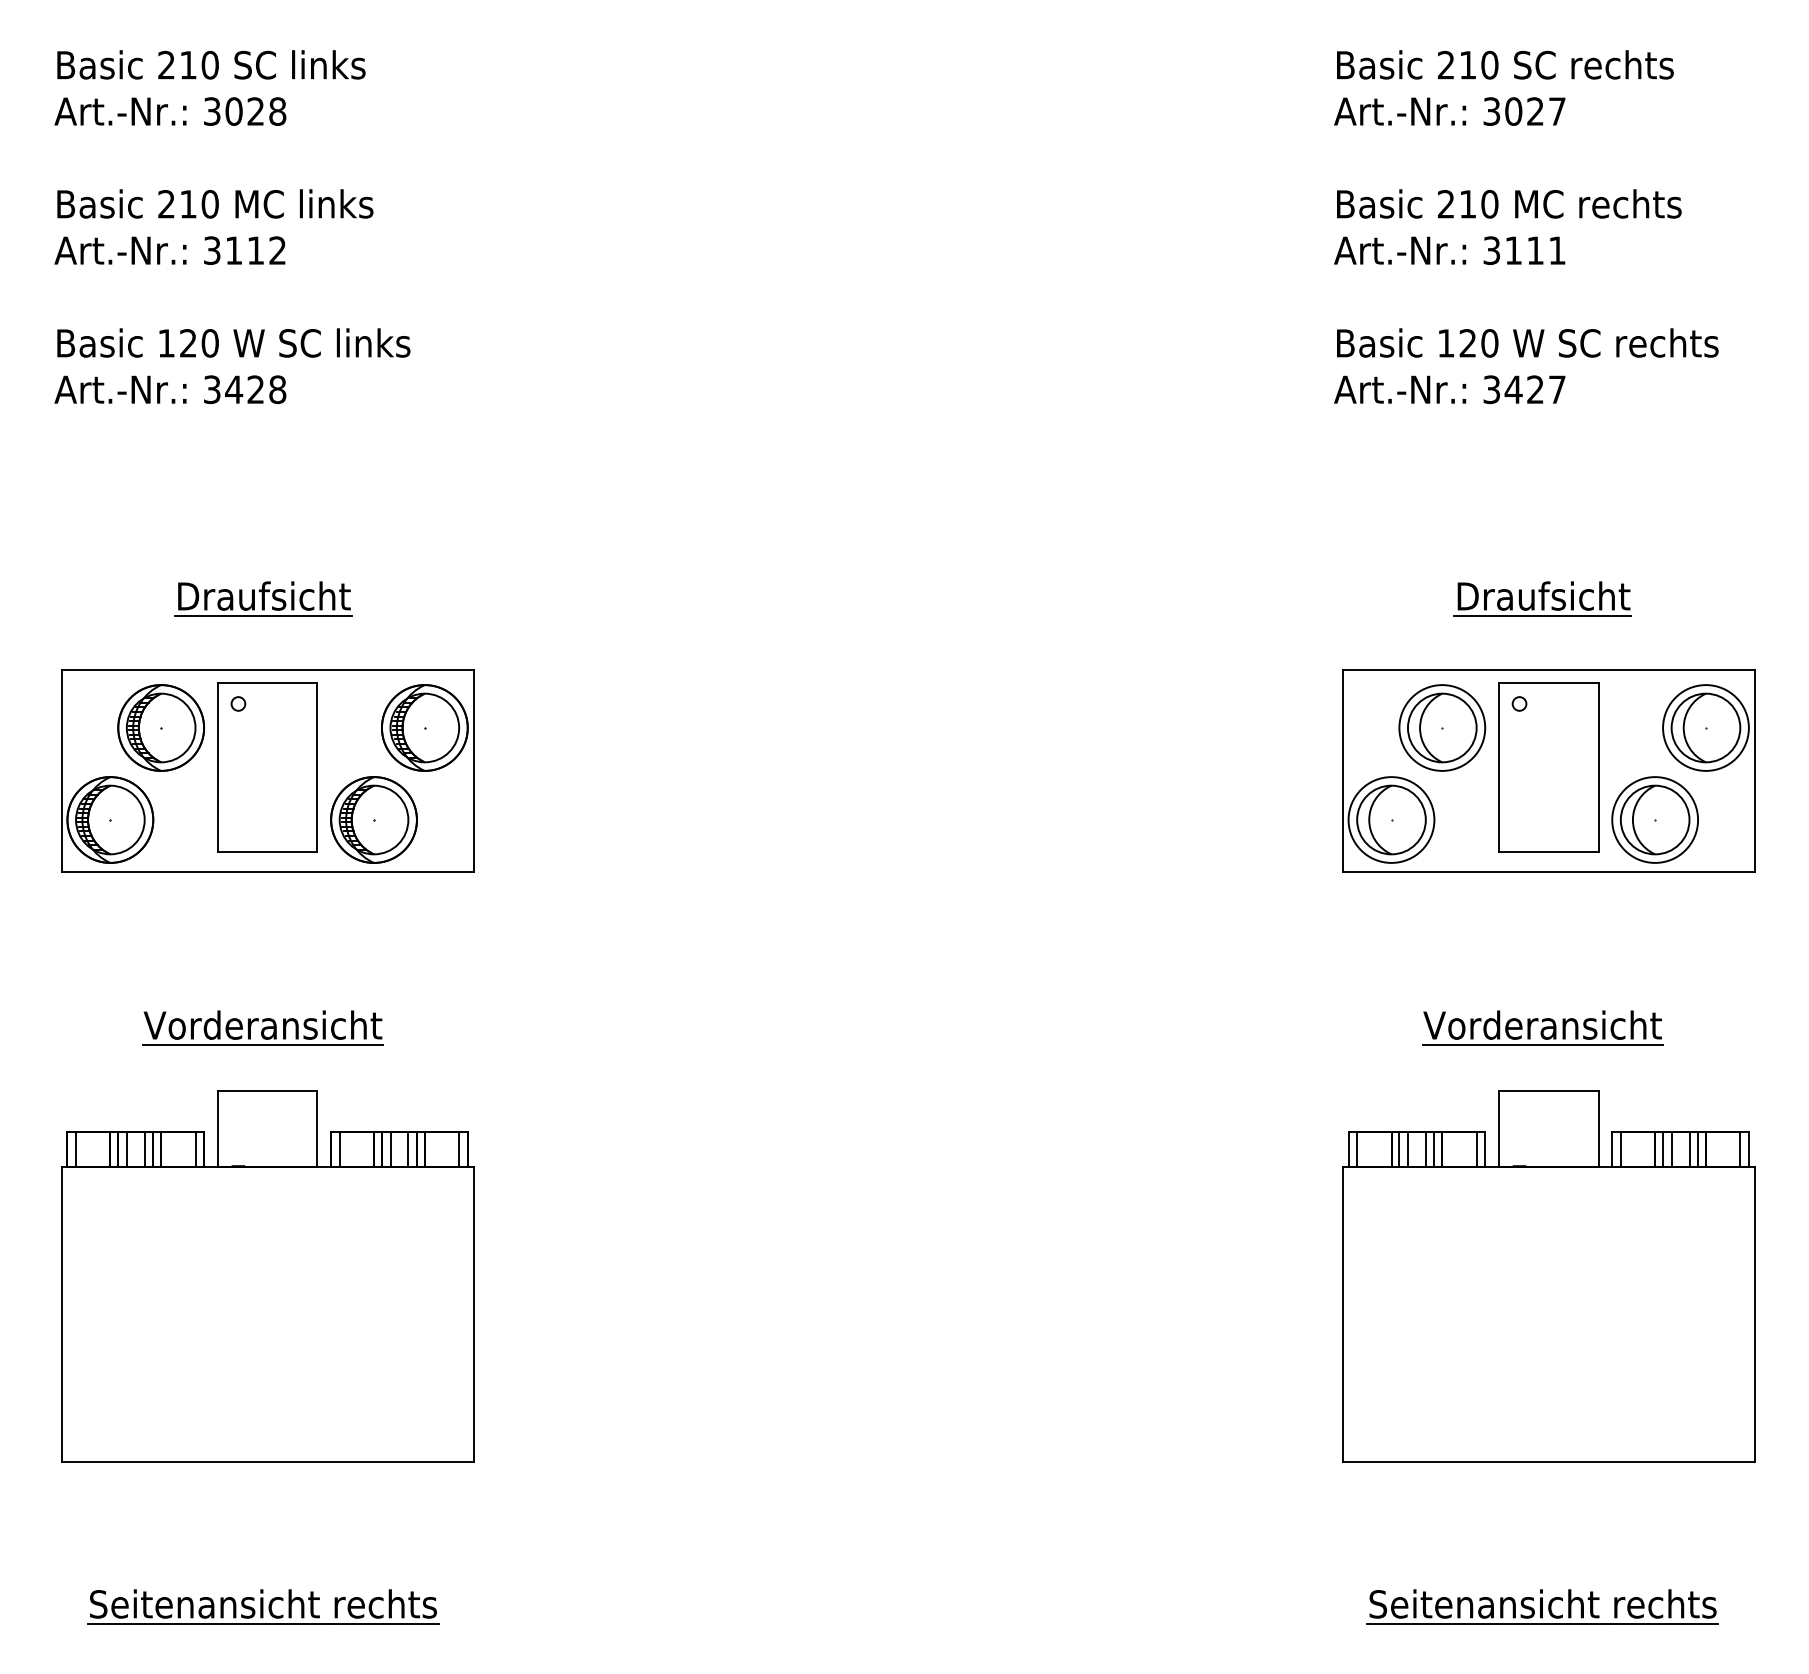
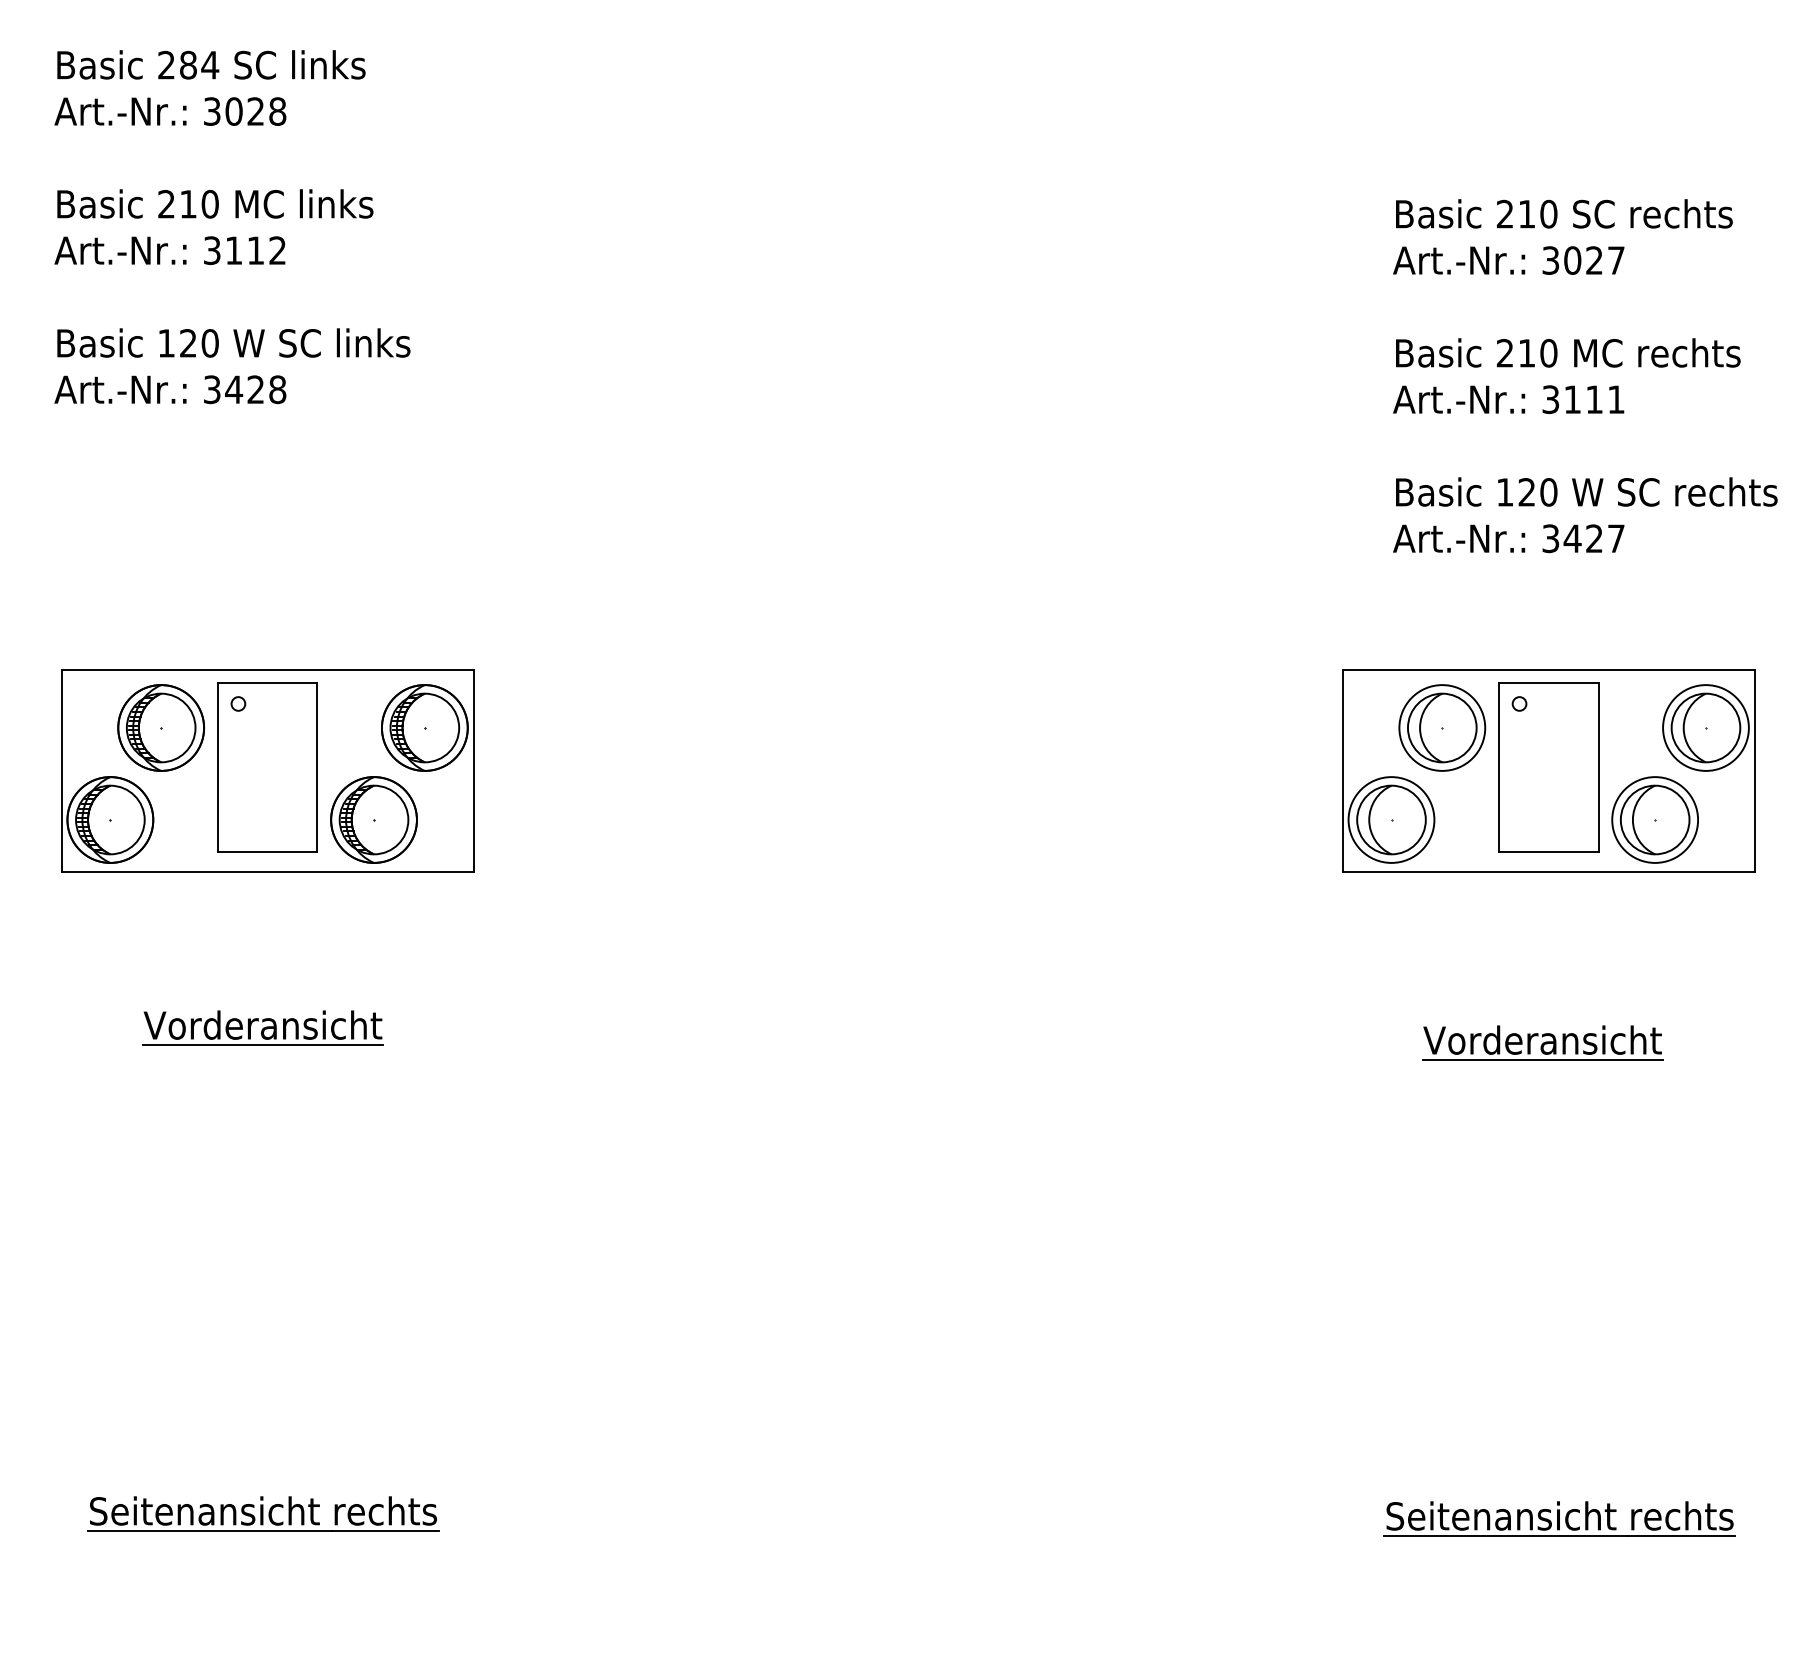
text at (199, 64): 210 -> 284
text at (1526, 227) position: (1526, 227) -> (1585, 376)
part at (263, 598): present -> none
part at (1542, 598): present -> none
part at (1542, 1027) position: (1542, 1027) -> (1542, 1042)
part at (267, 1276): present -> none
part at (1548, 1276): present -> none
part at (263, 1606) position: (263, 1606) -> (263, 1513)
part at (1542, 1606) position: (1542, 1606) -> (1559, 1518)
